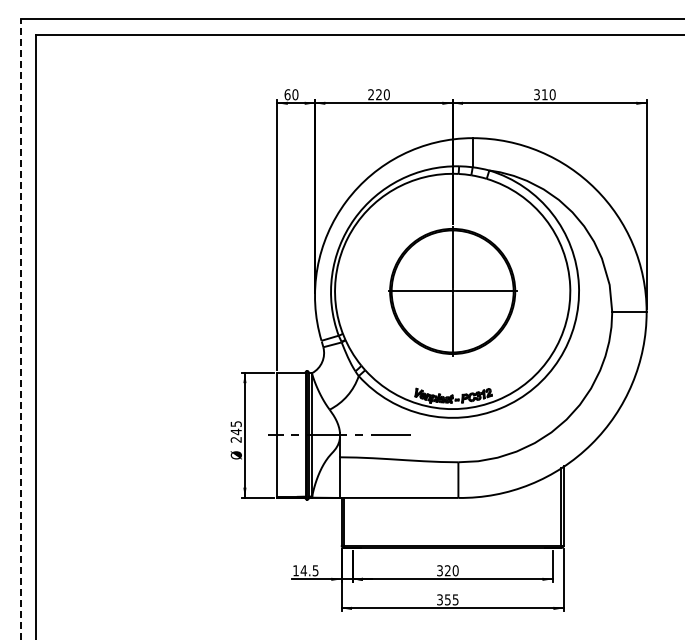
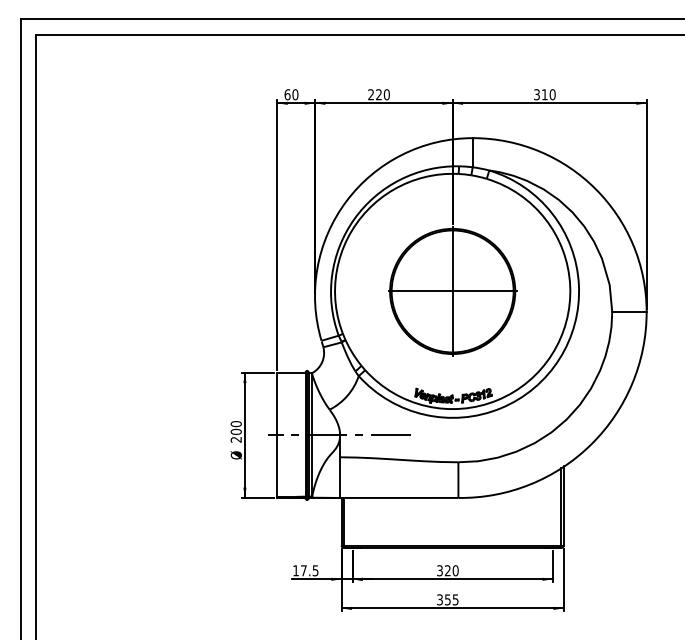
line at (20, 328): dashed -> solid
text at (235, 428): 245 -> 200
text at (303, 570): 14.5 -> 17.5
